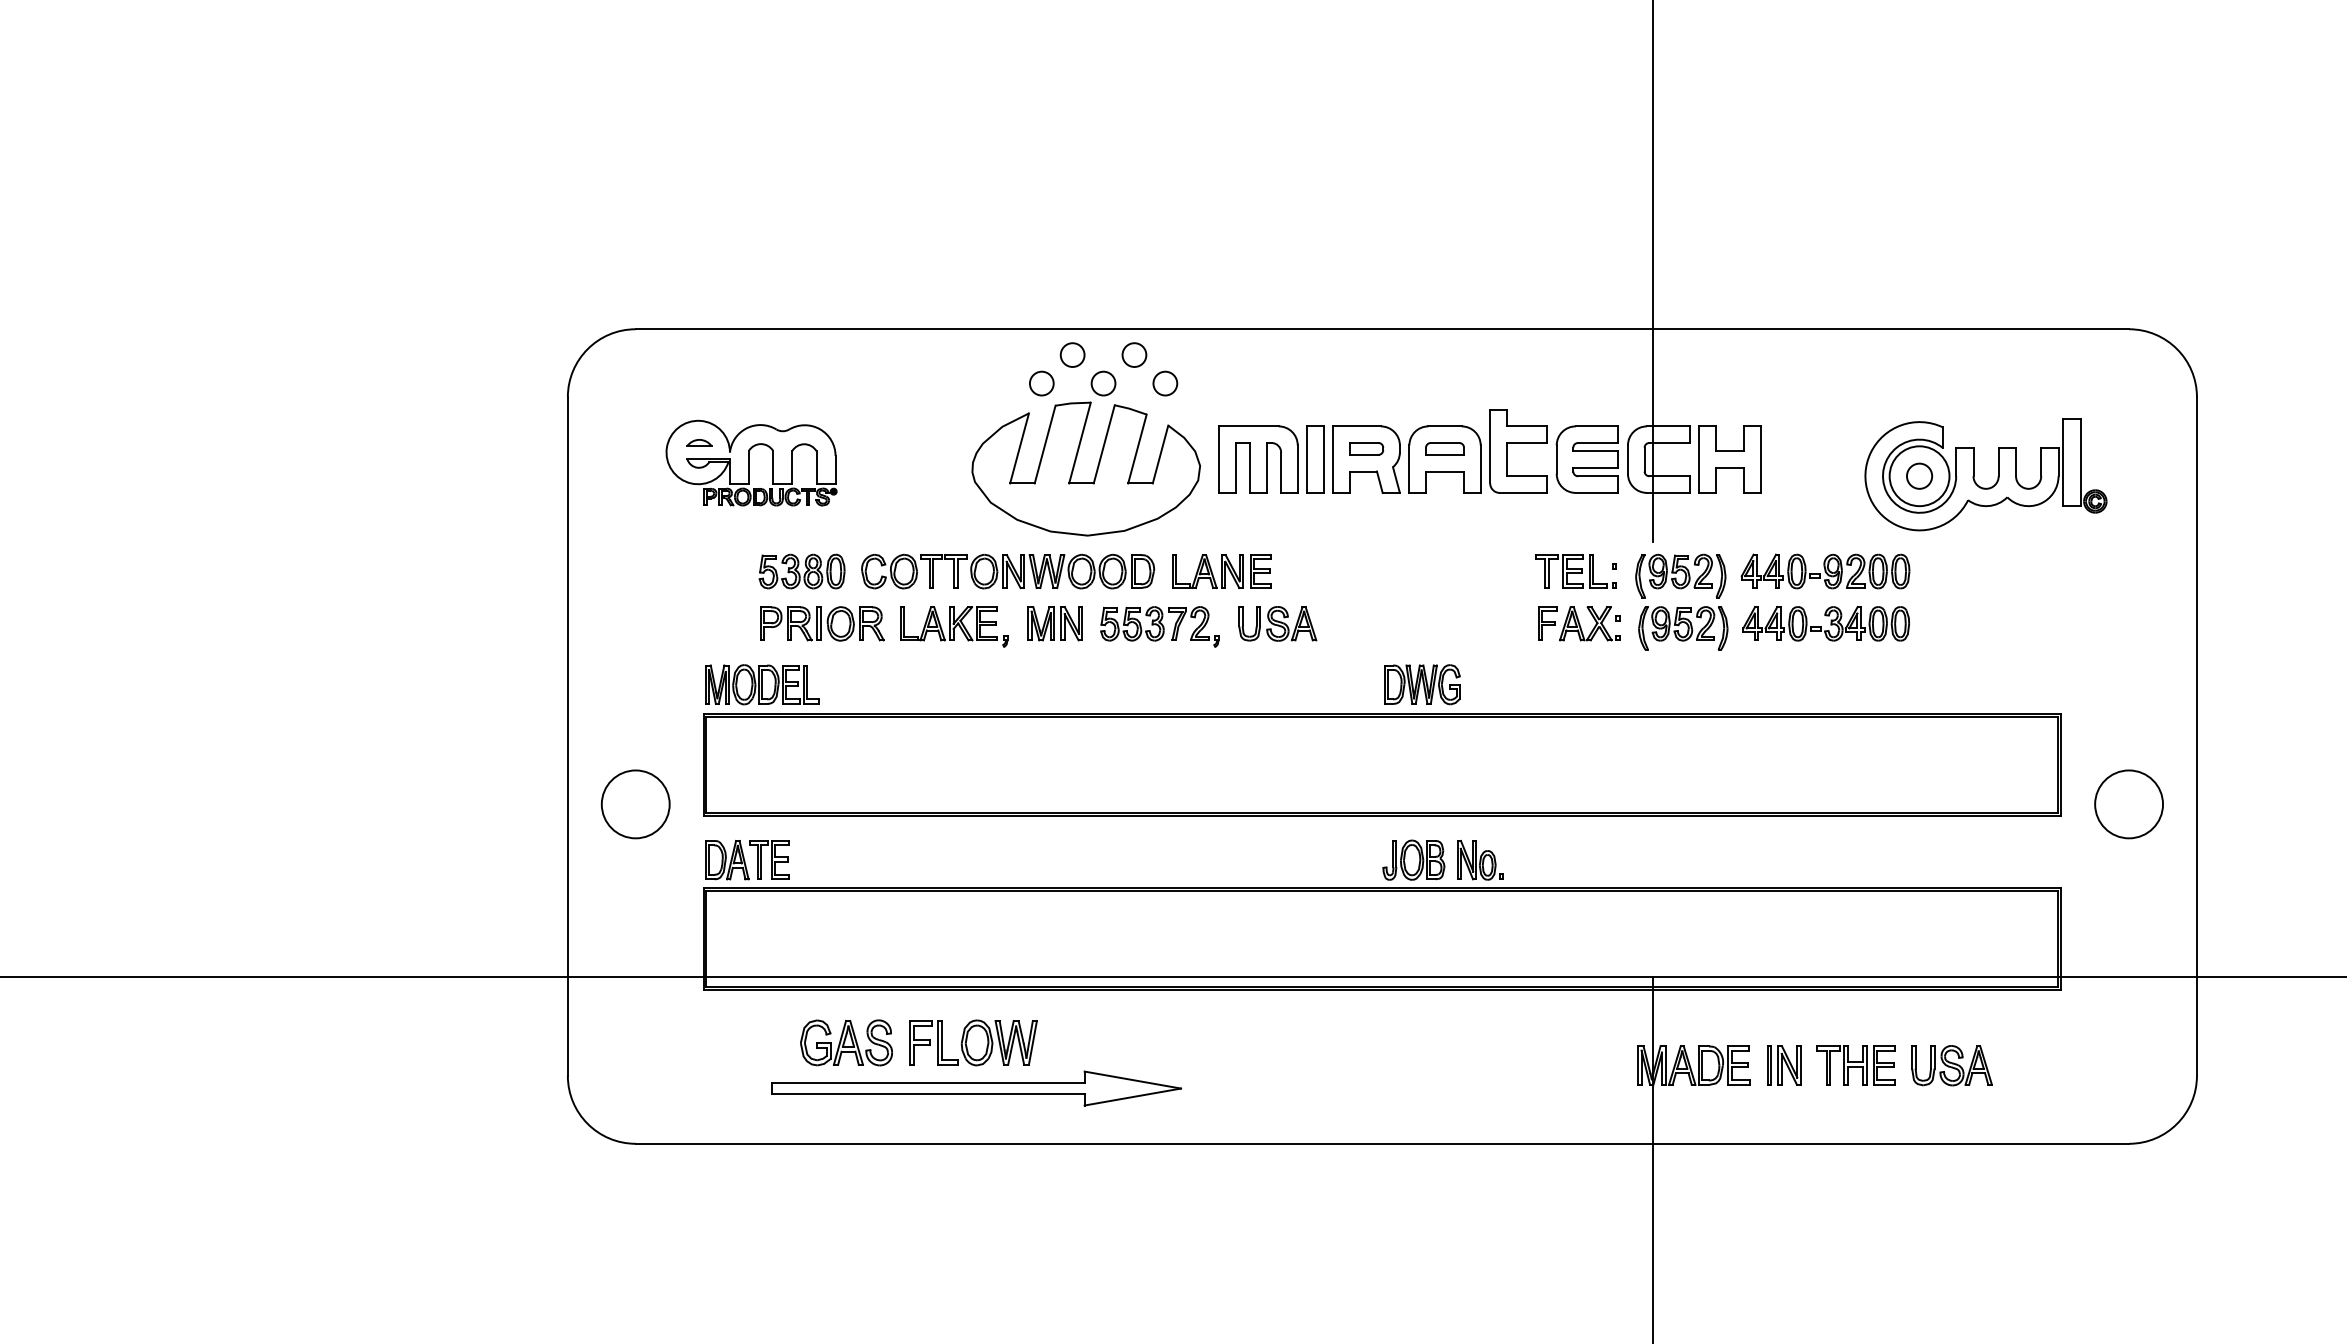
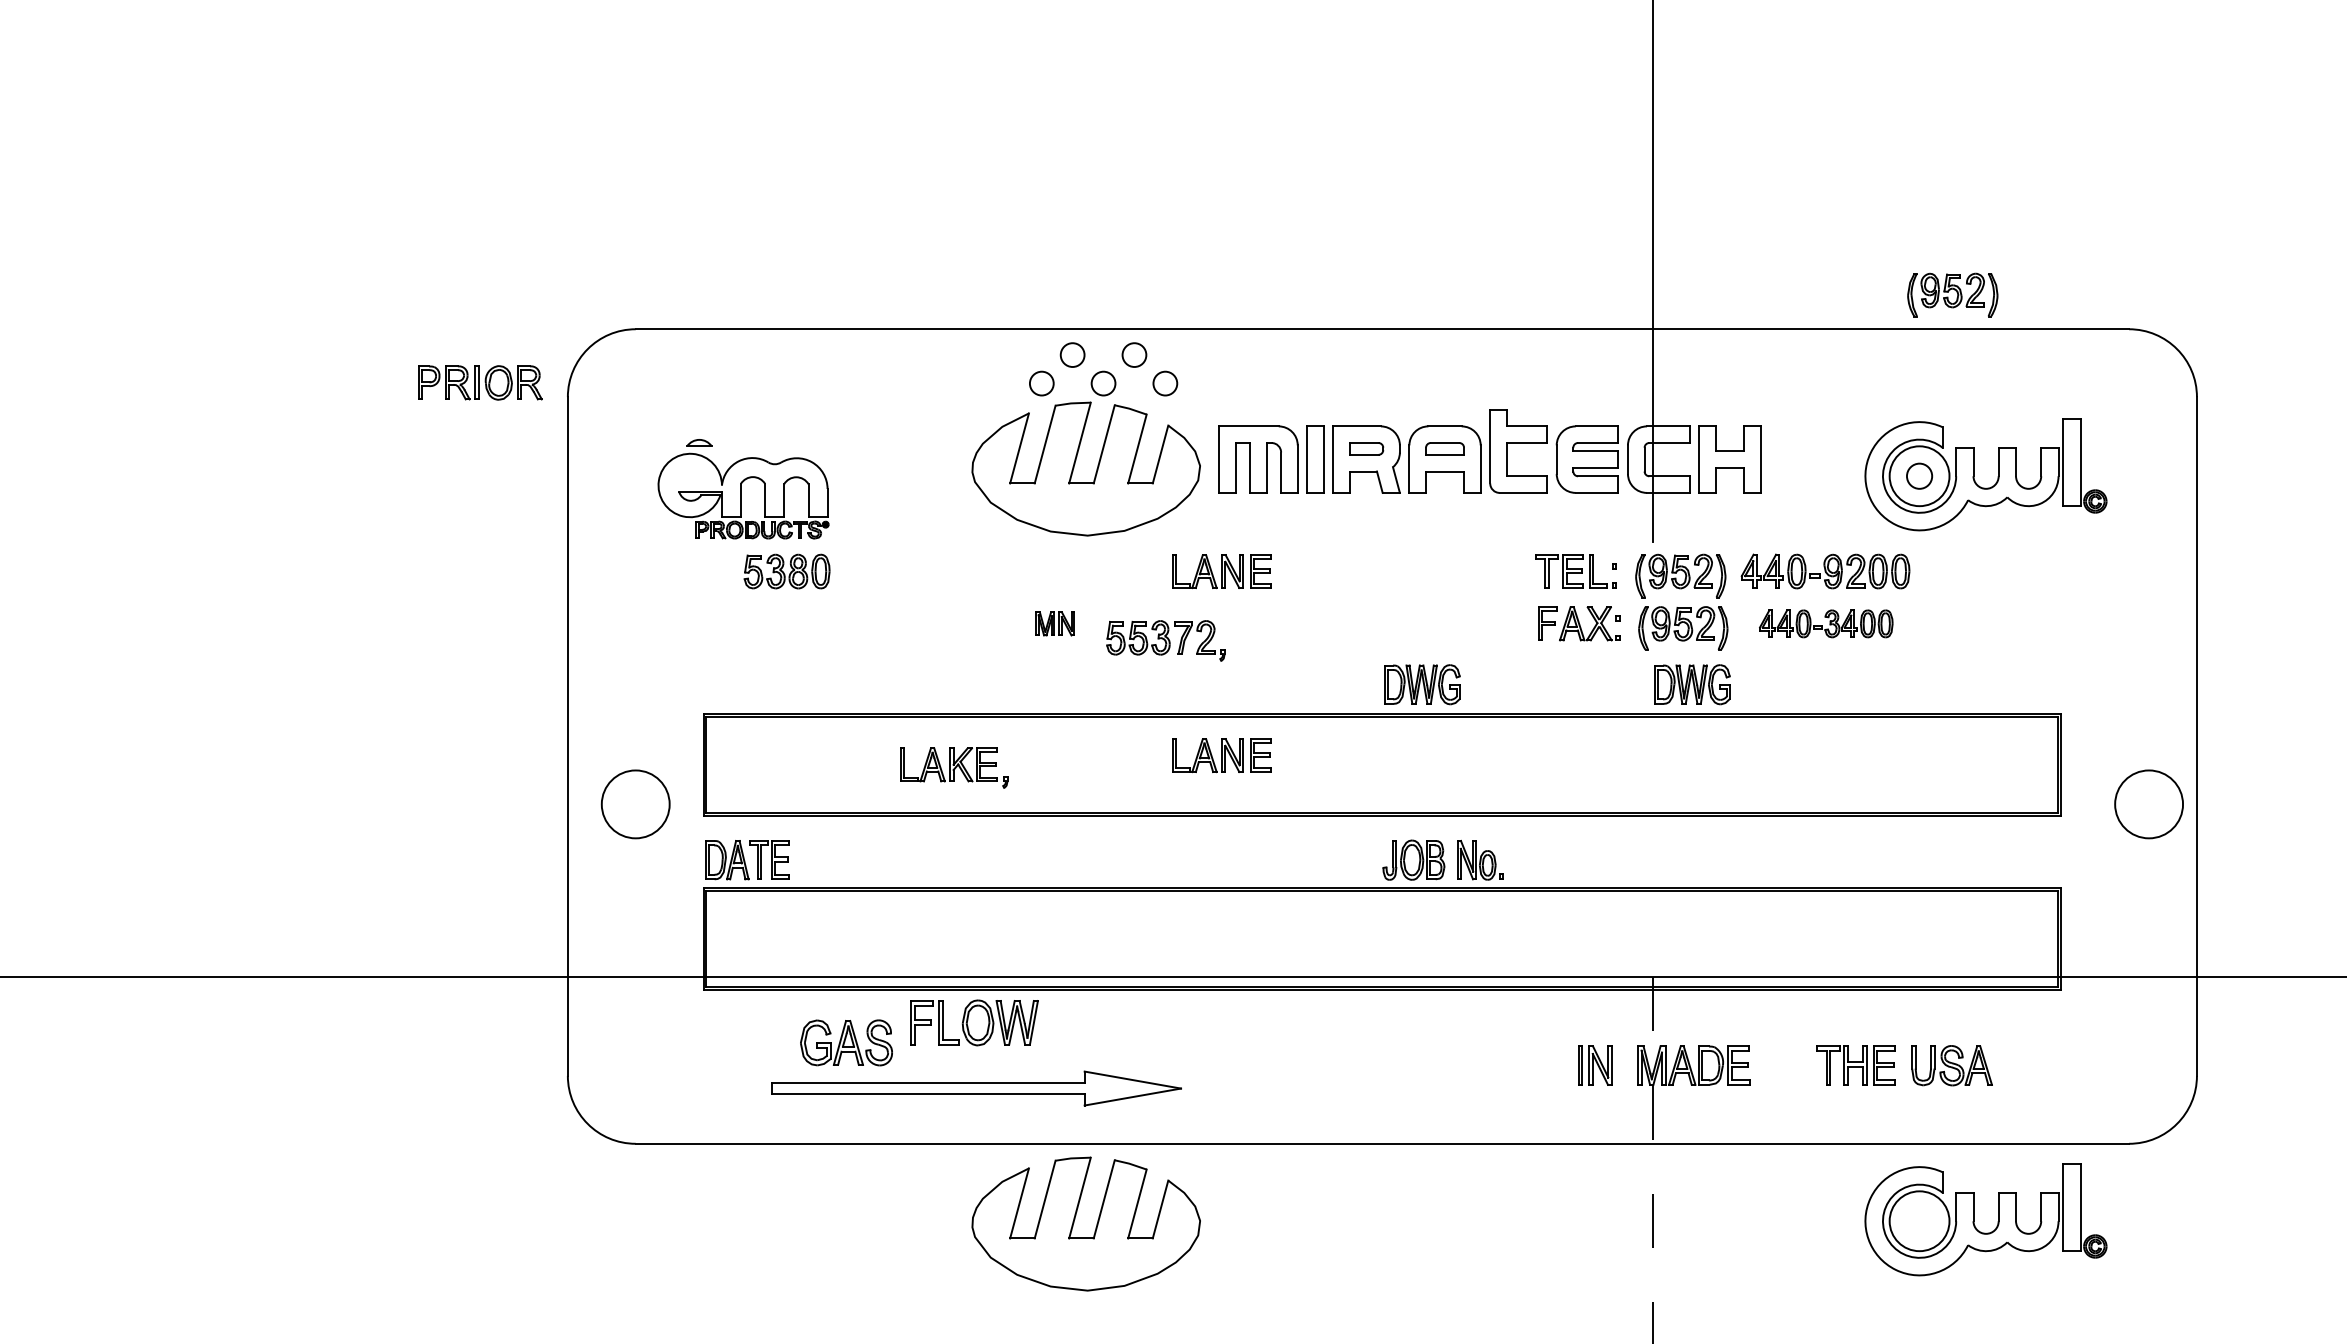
part at (1952, 294): none -> present
part at (751, 462) position: (751, 462) -> (743, 495)
part at (801, 571) position: (801, 571) -> (786, 571)
part at (1008, 571): present -> none
part at (822, 623) position: (822, 623) -> (480, 382)
part at (1054, 623) size: 56x36 px -> 40x26 px
part at (1277, 623): present -> none
part at (1826, 623) size: 169x36 px -> 135x30 px
part at (954, 626) position: (954, 626) -> (954, 767)
part at (1159, 626) position: (1159, 626) -> (1165, 640)
part at (762, 684): present -> none
part at (1692, 684): none -> present
part at (1221, 755): none -> present
circle at (2128, 804) position: (2128, 804) -> (2148, 804)
part at (973, 1042) position: (973, 1042) -> (974, 1022)
part at (1784, 1065) position: (1784, 1065) -> (1595, 1065)
line at (1652, 1159): solid -> dashed
part at (1075, 1219): none -> present
part at (1974, 1219): none -> present
